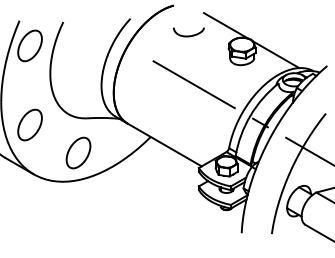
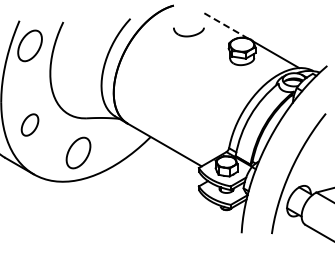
line at (226, 25): solid -> dashed
line at (241, 111): present -> none
part at (29, 124) size: 26x34 px -> 20x24 px
